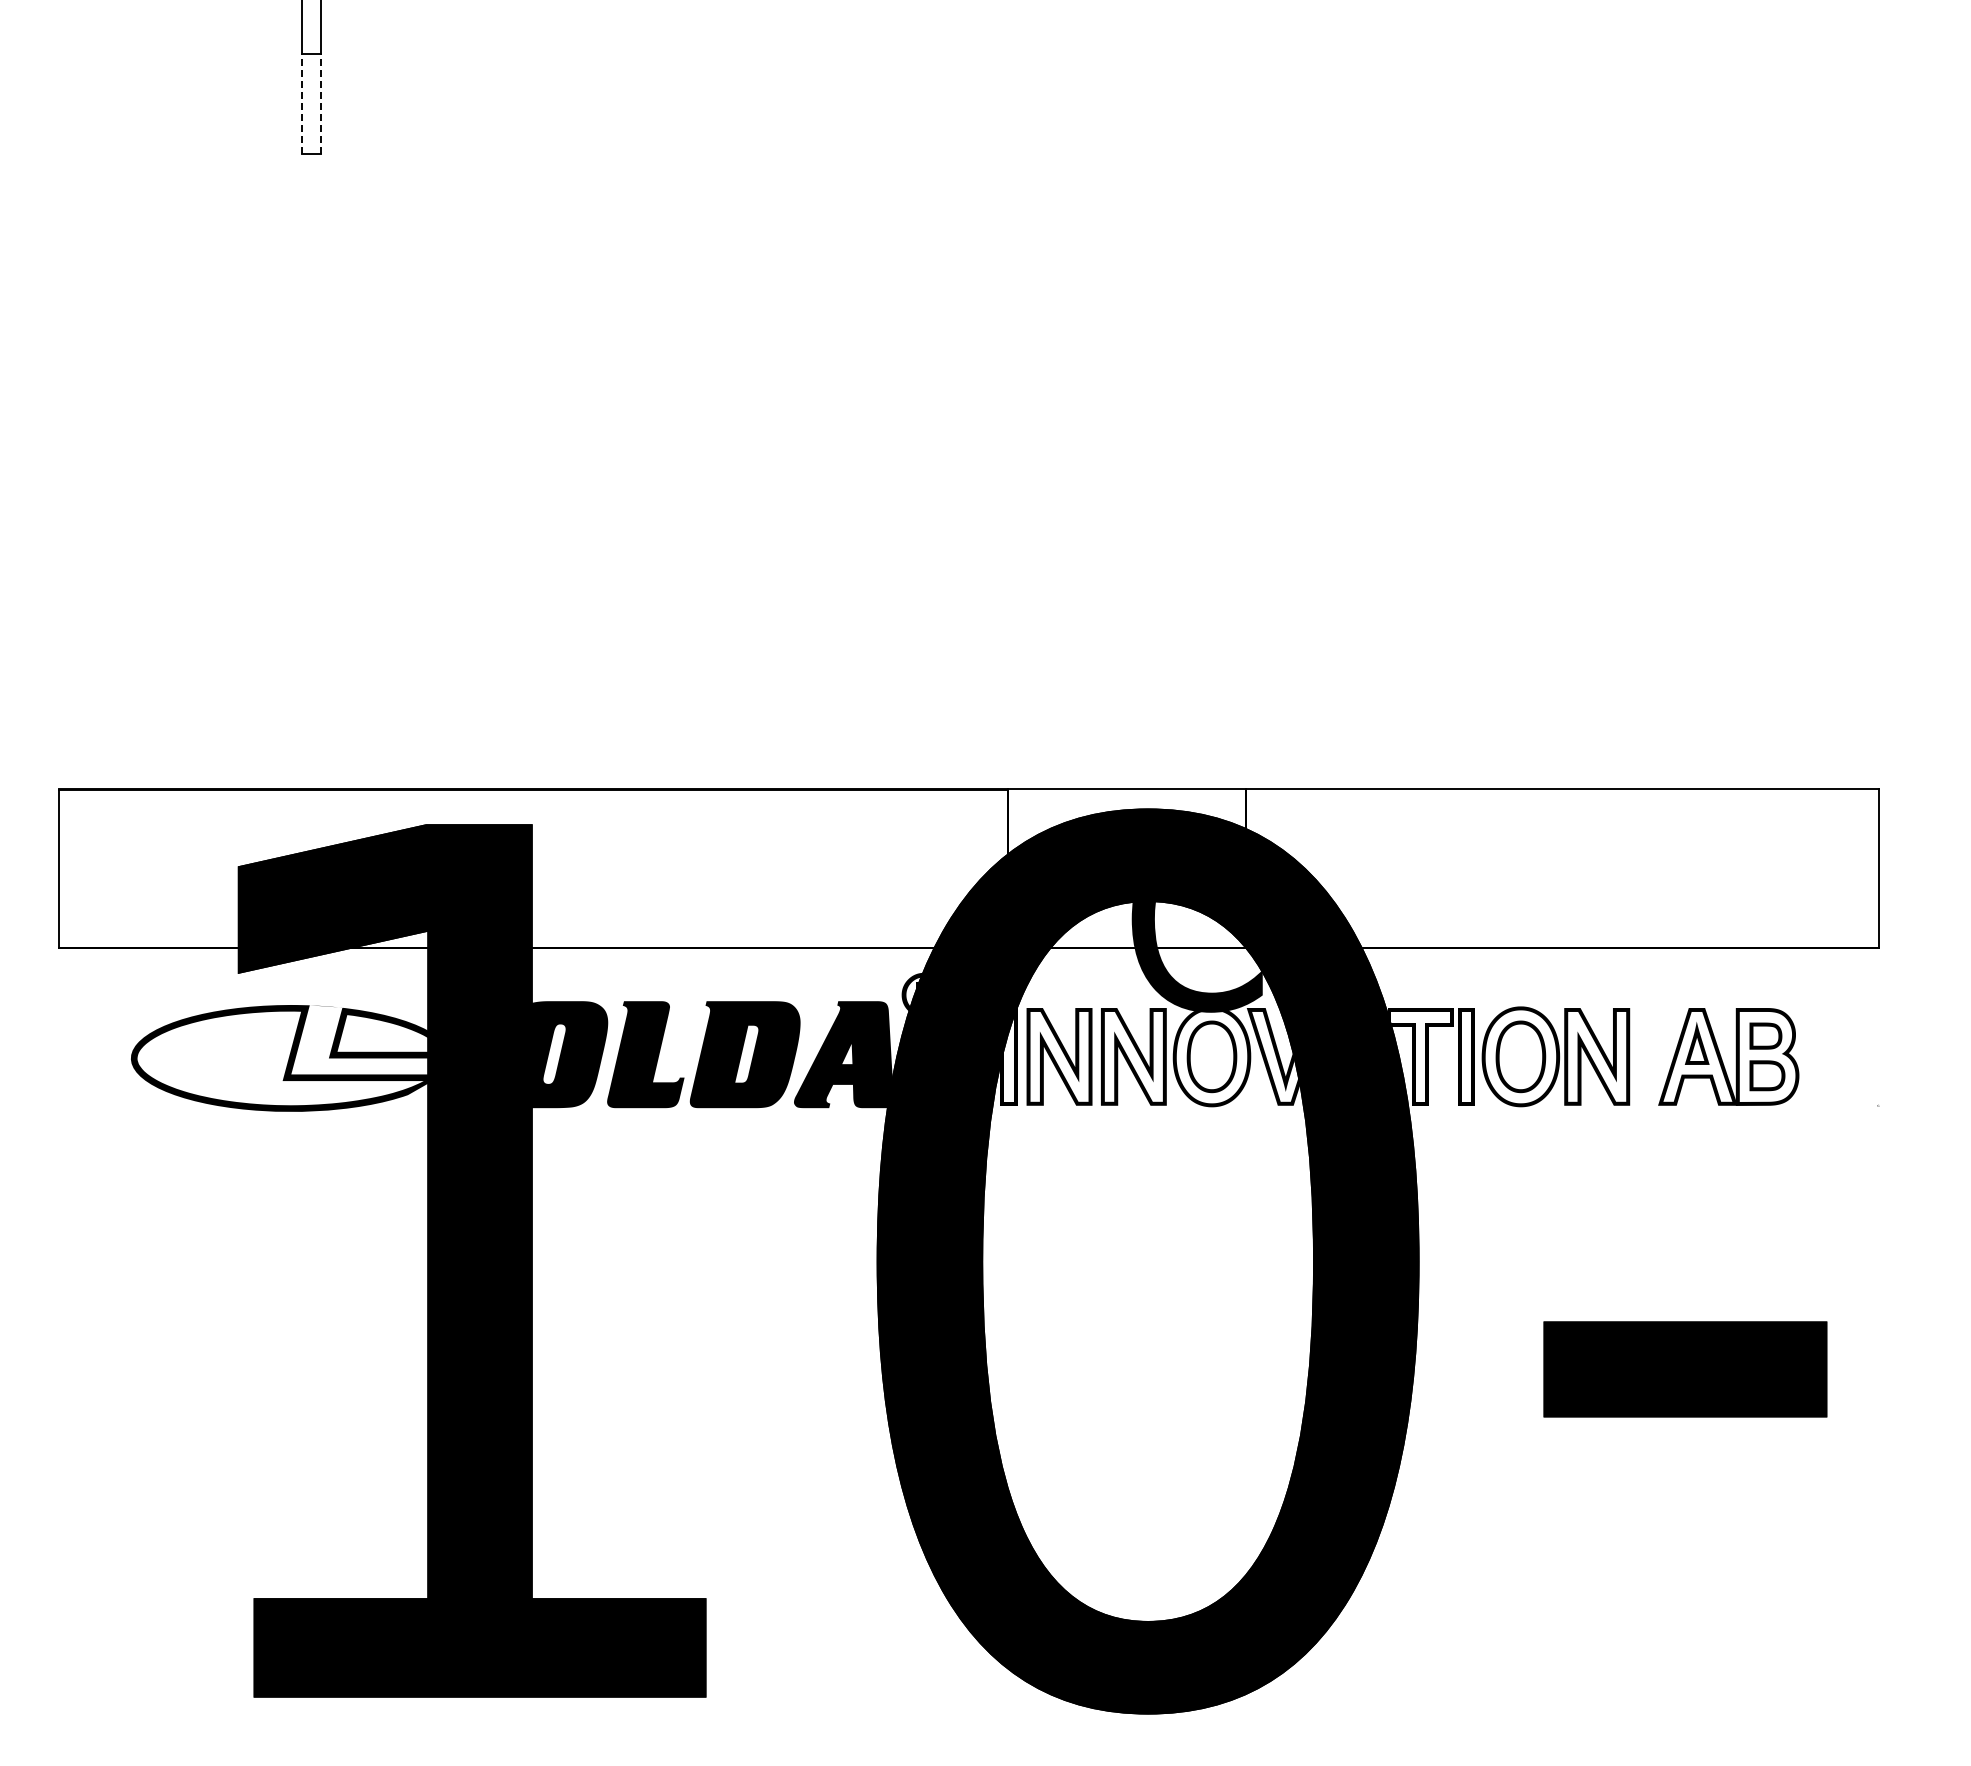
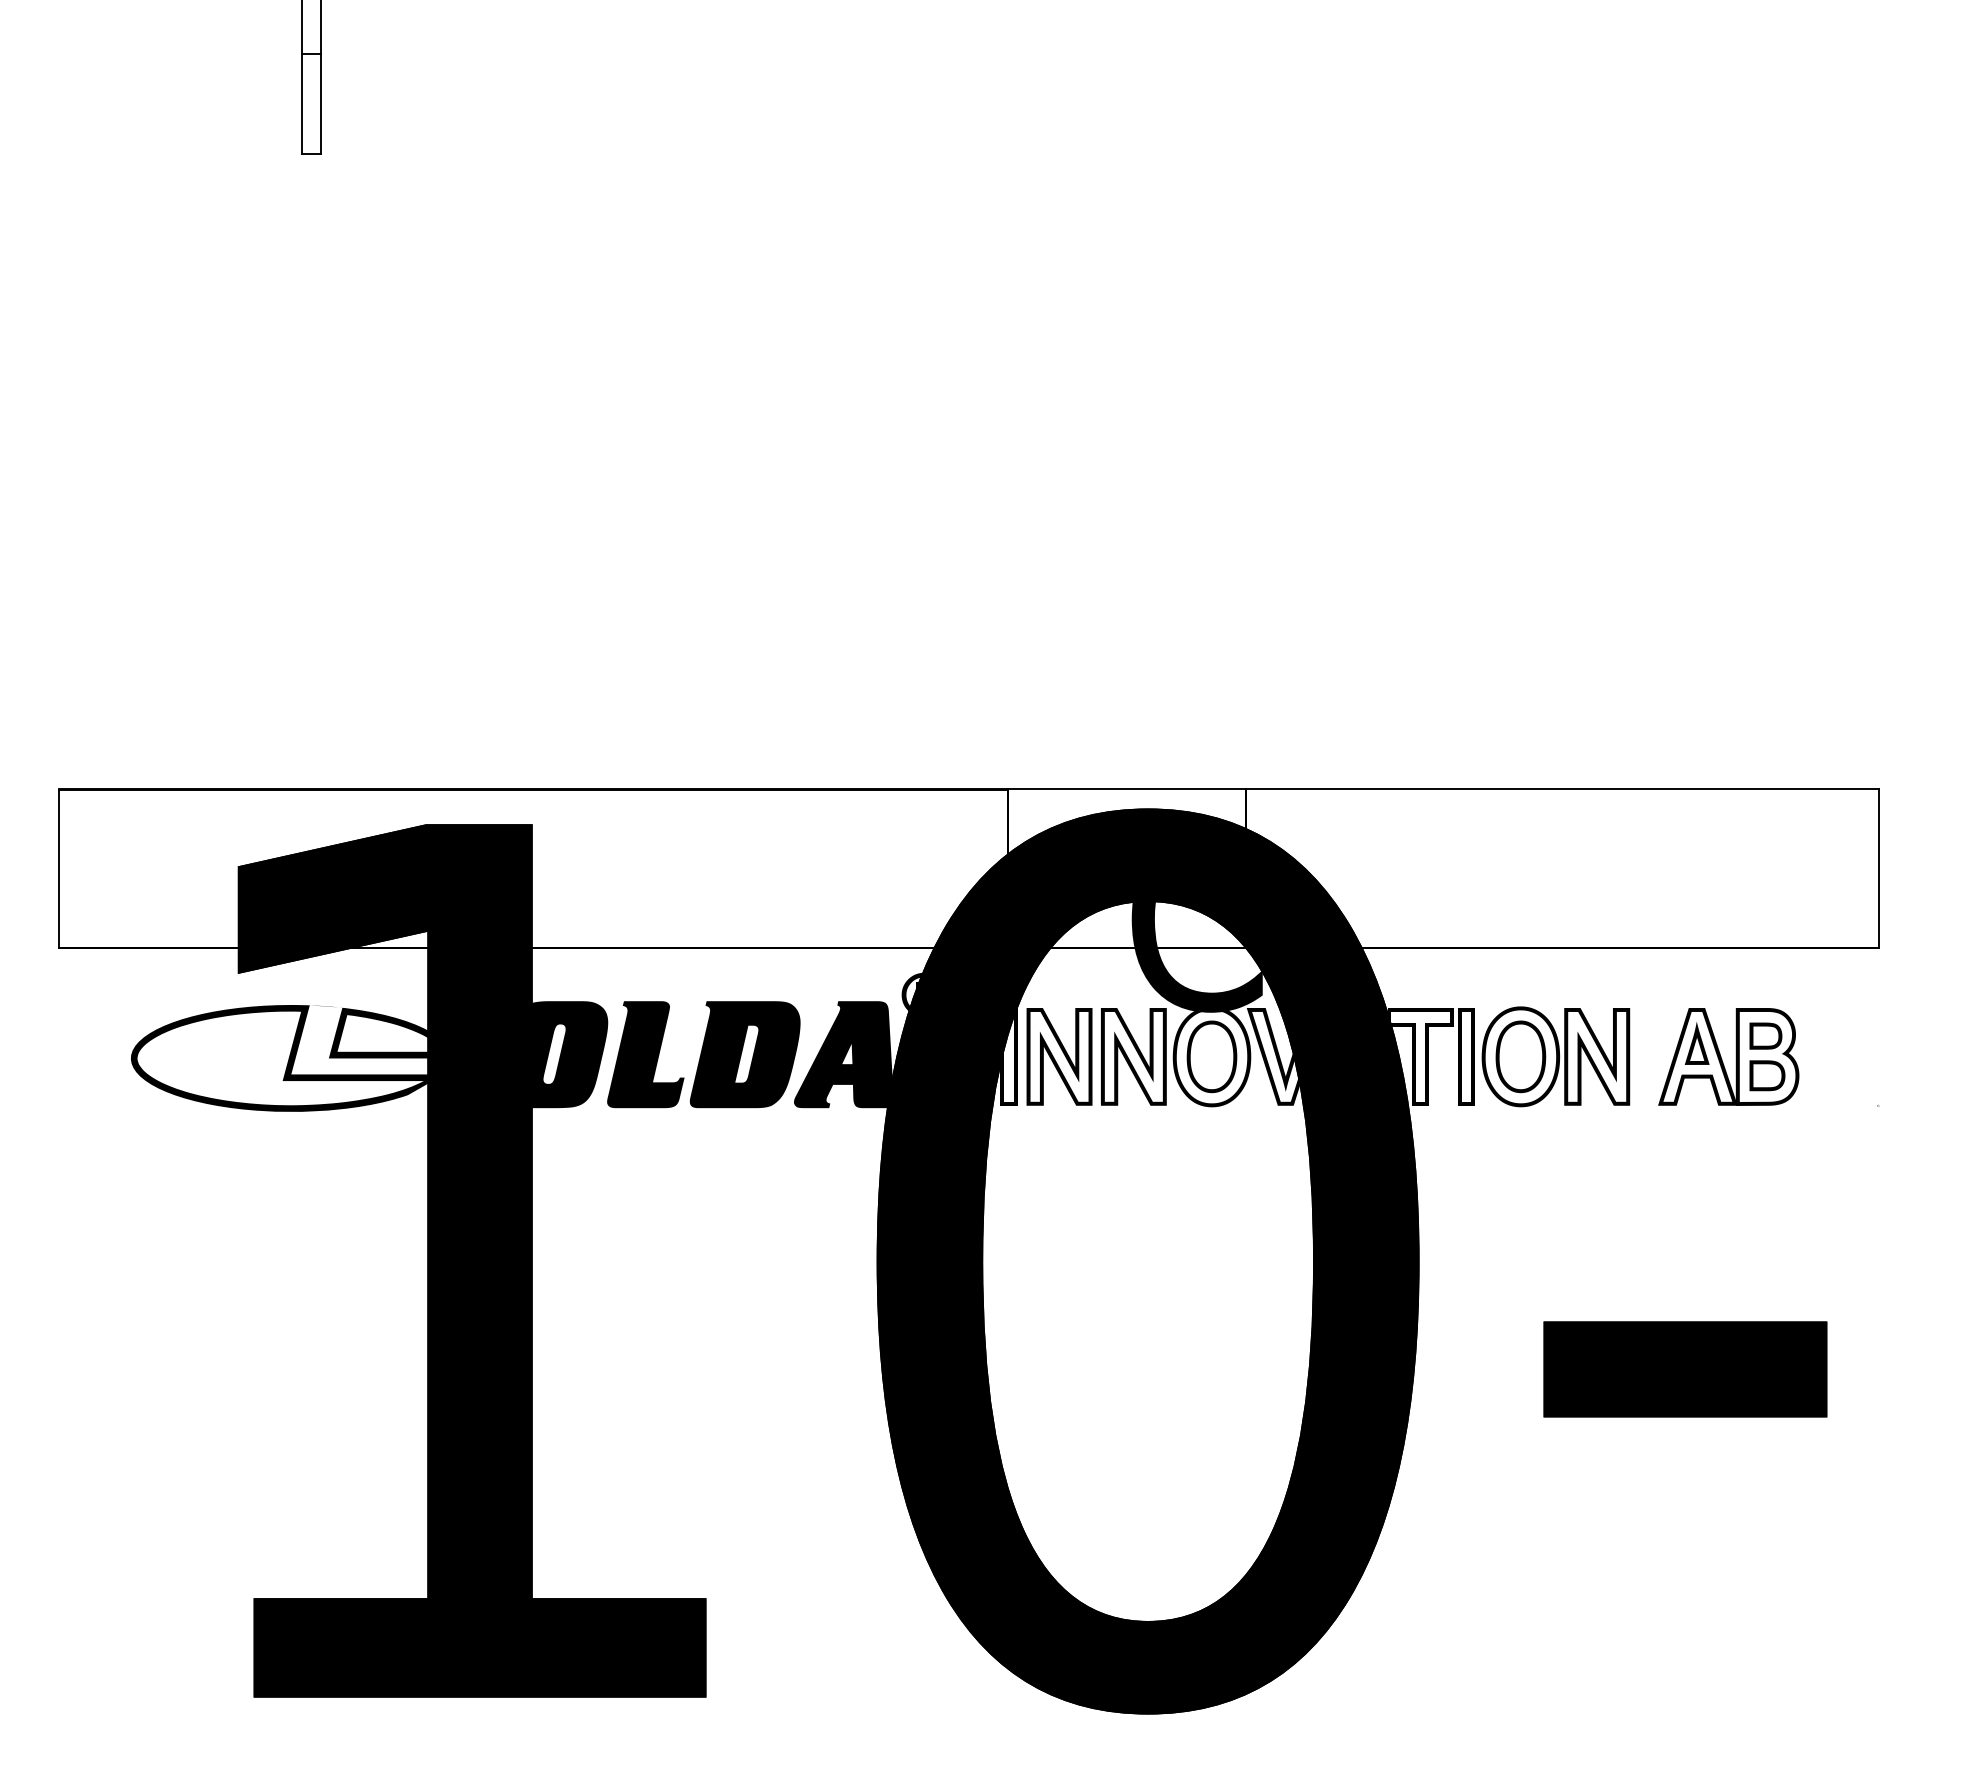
line at (302, 104): dashed -> solid
line at (320, 104): dashed -> solid
